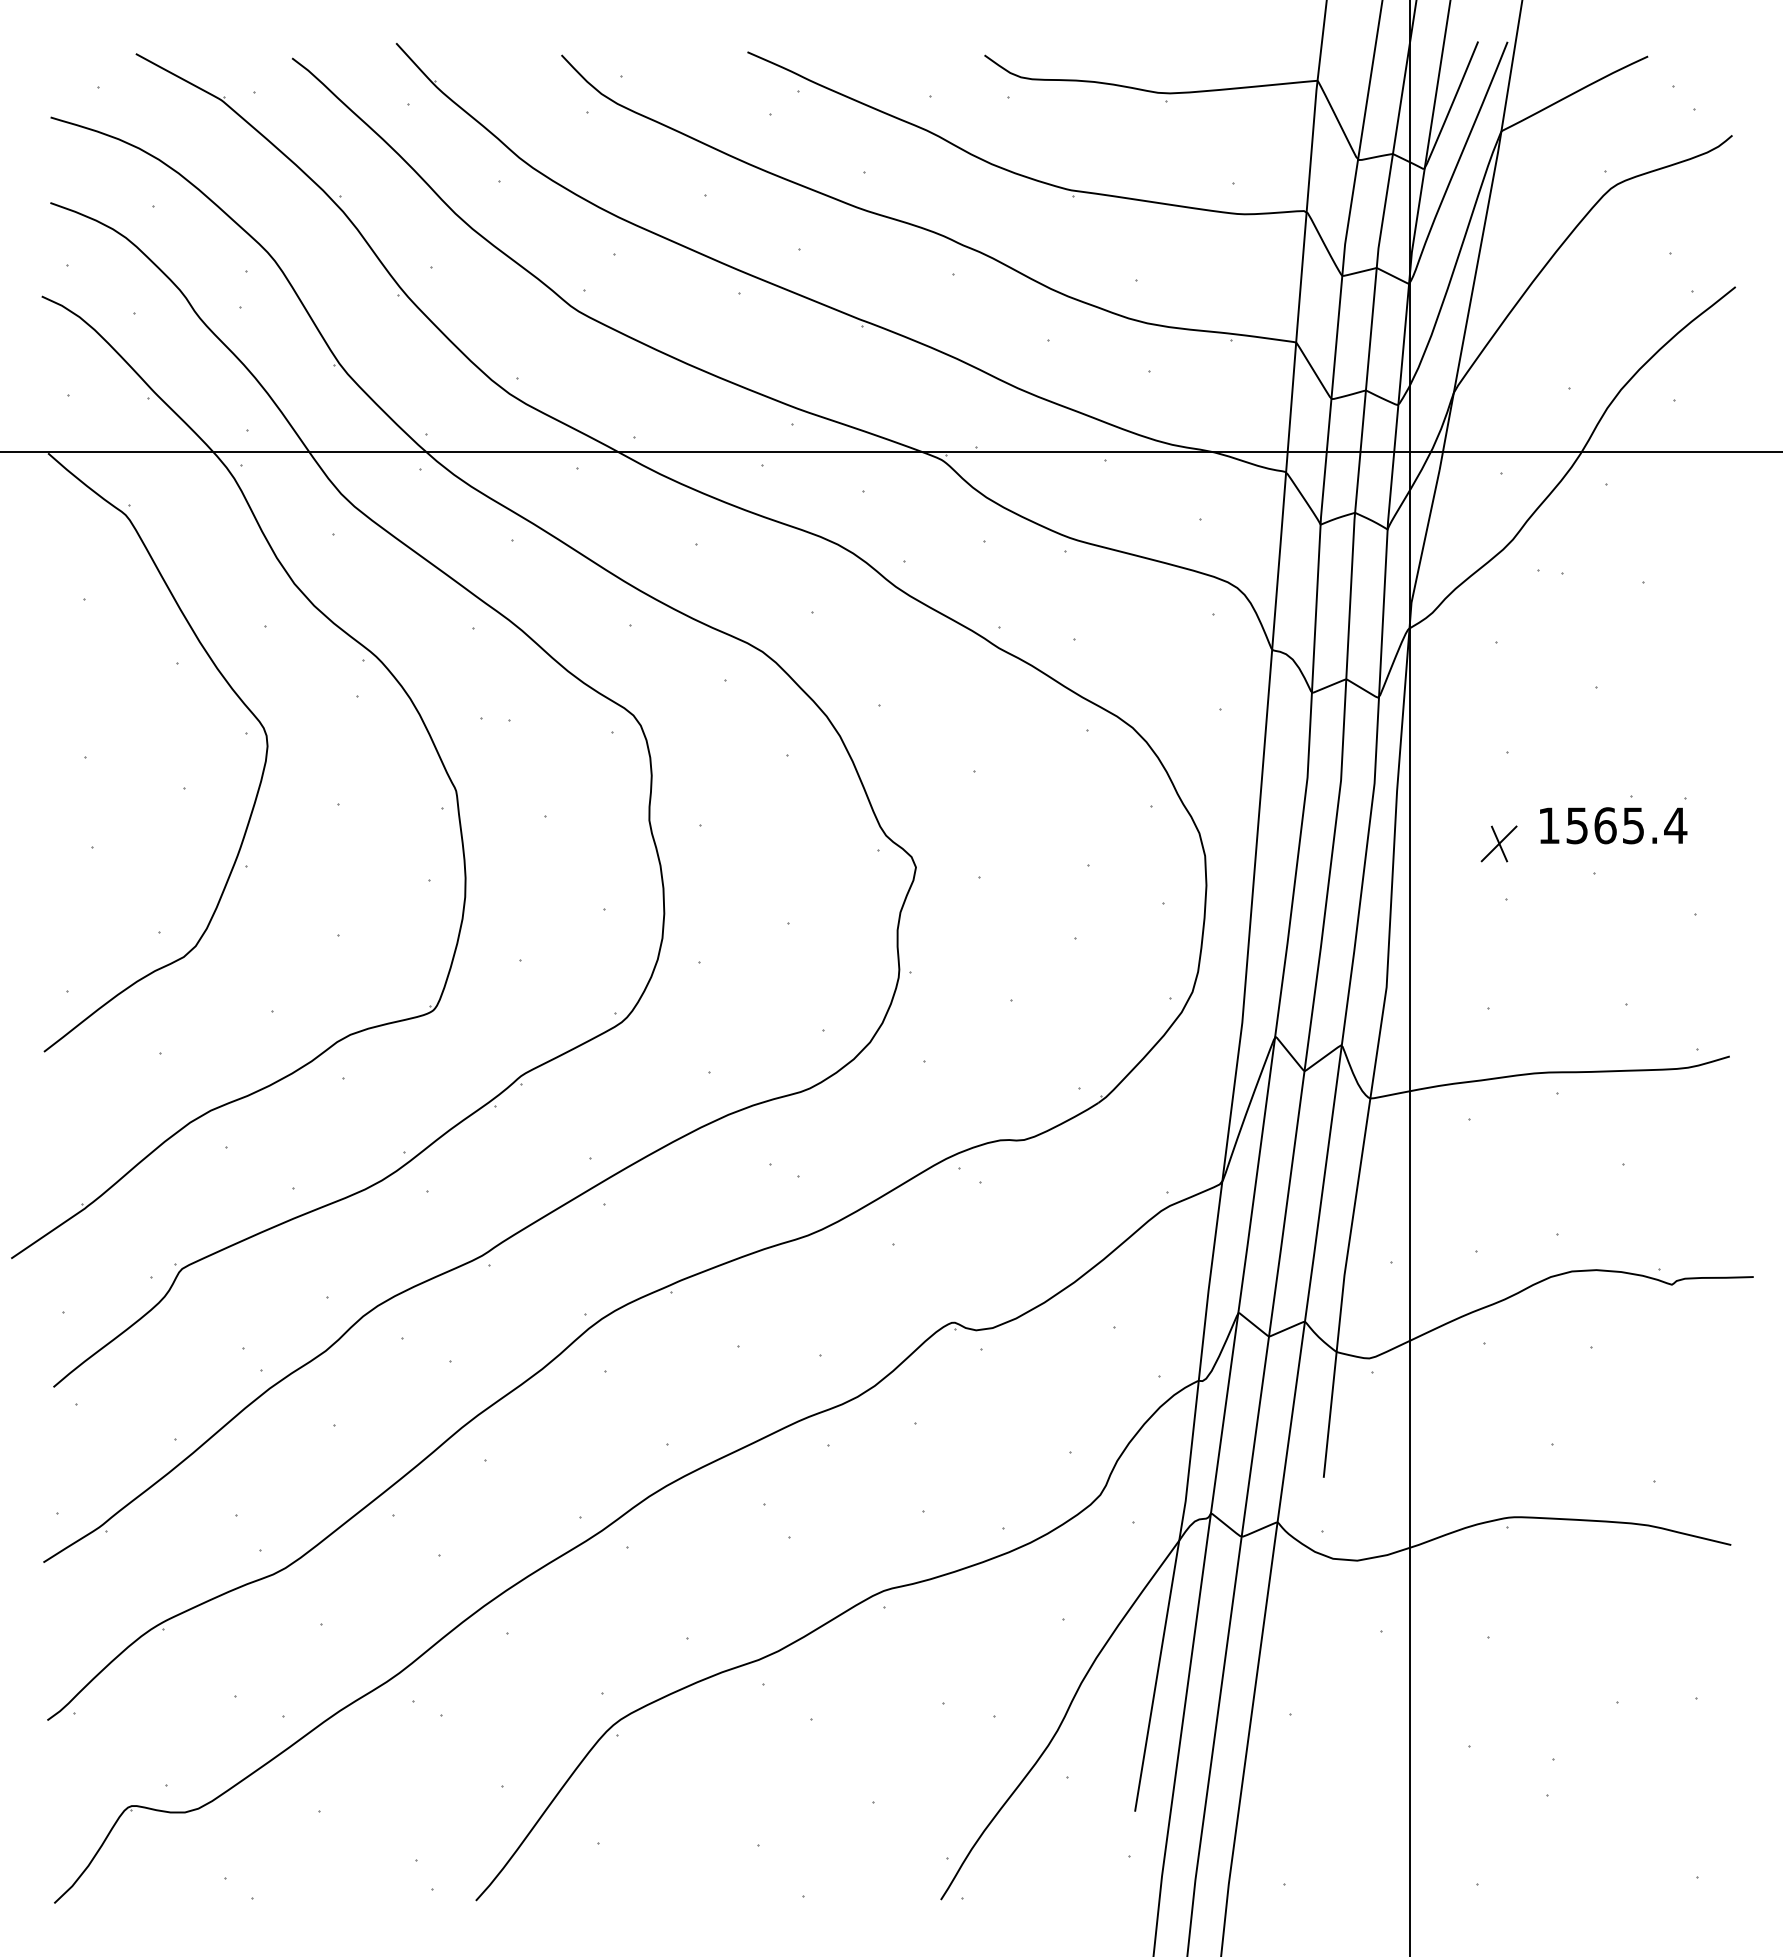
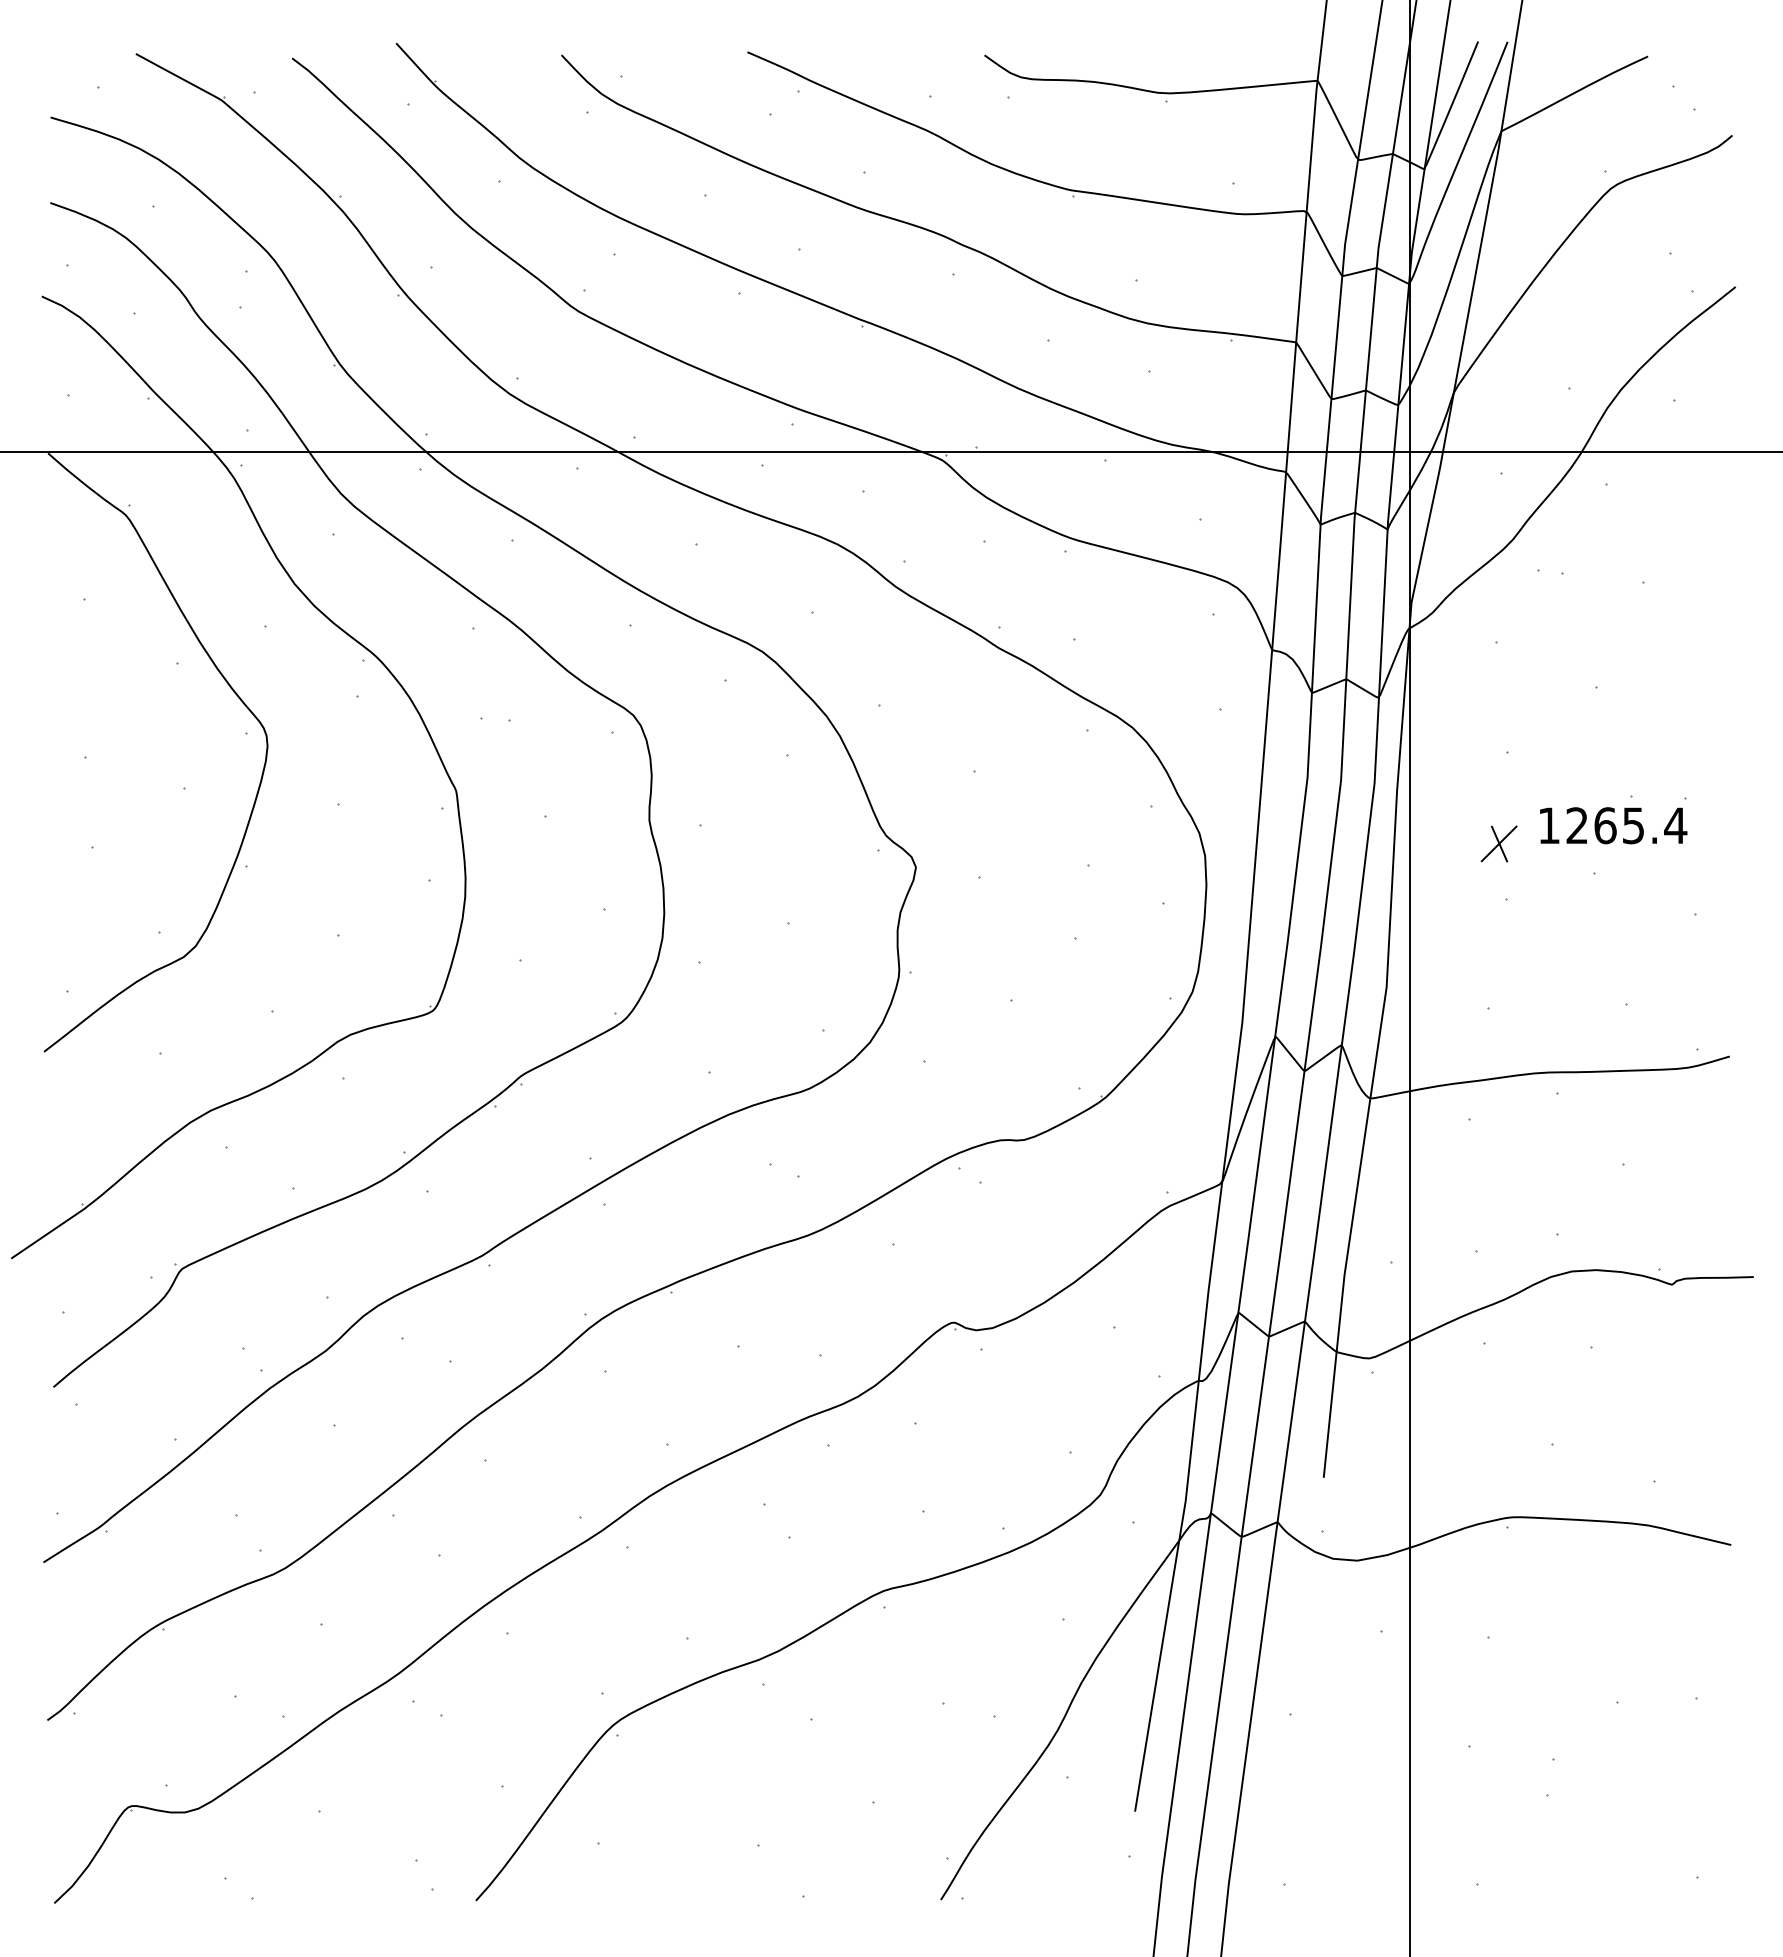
text at (1576, 825): 1565.4 -> 1265.4
